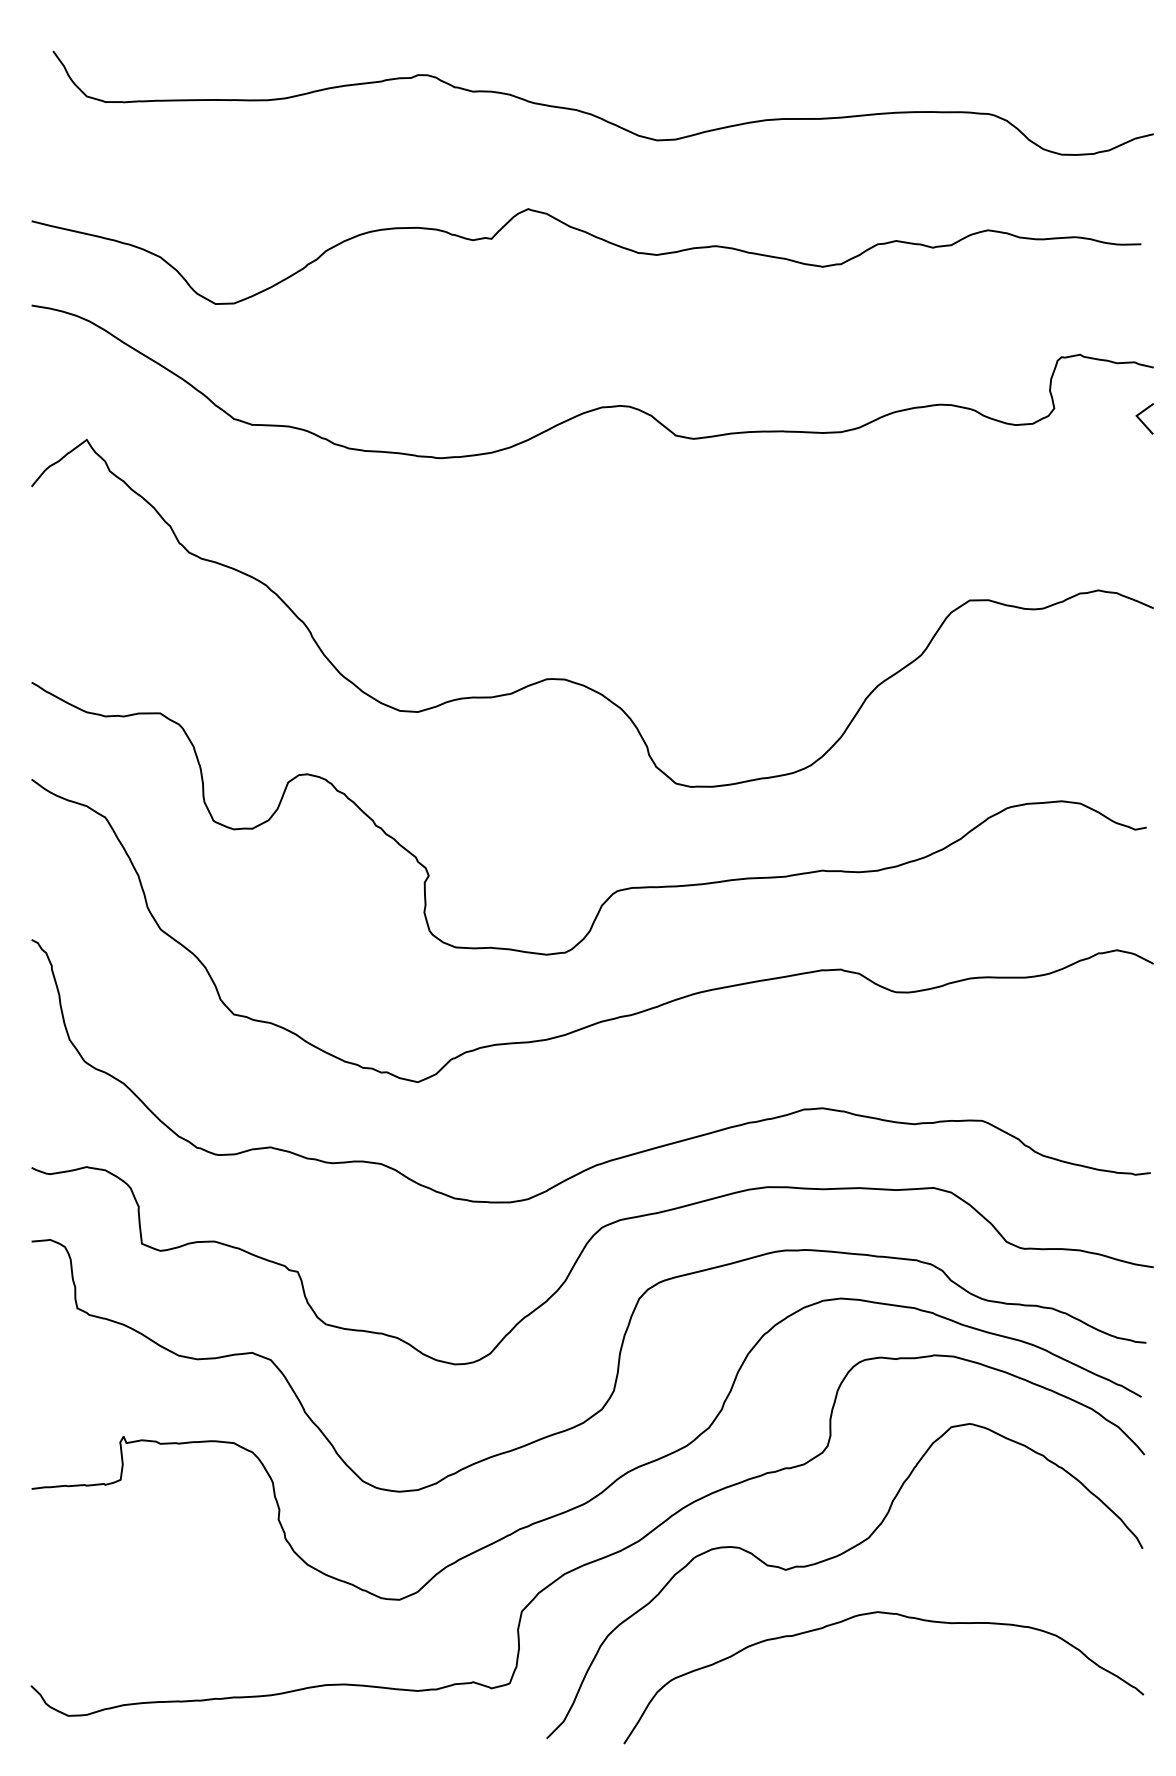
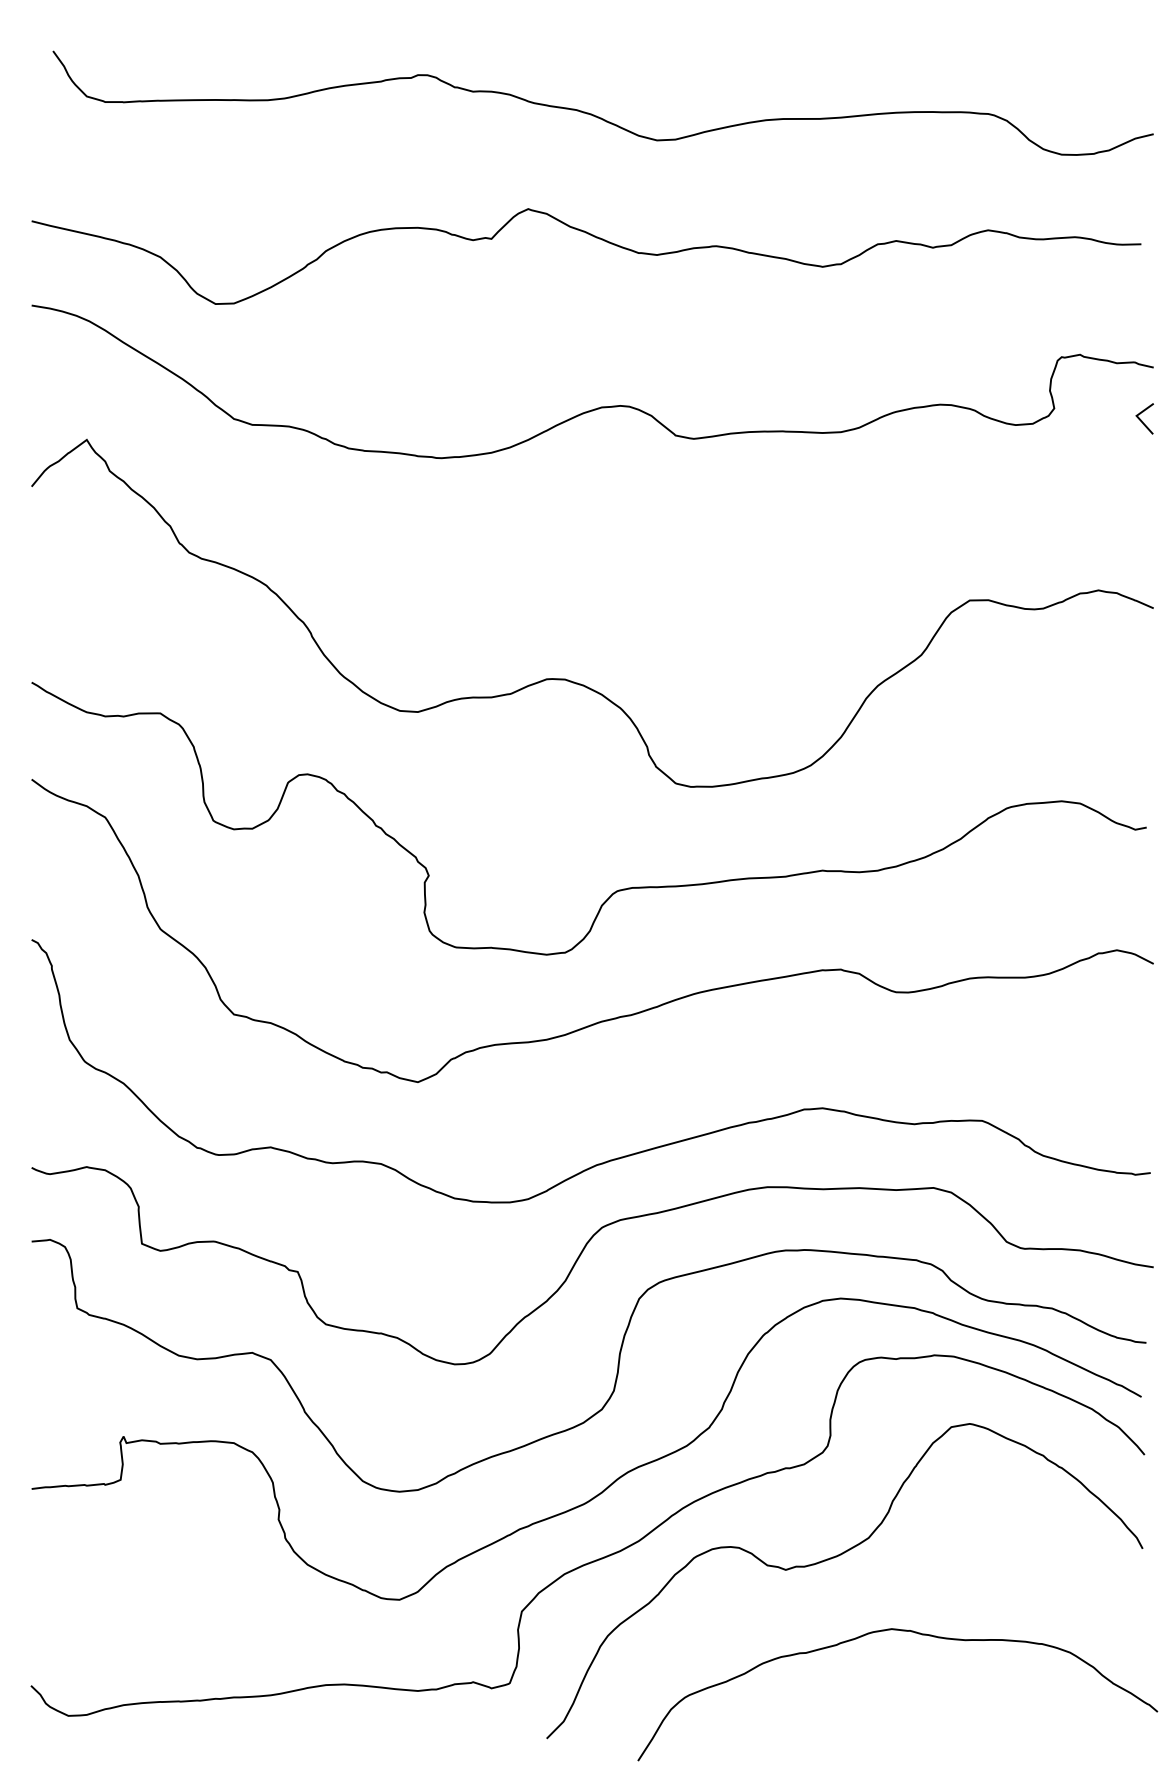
curve at (887, 1614) position: (887, 1614) -> (901, 1631)
